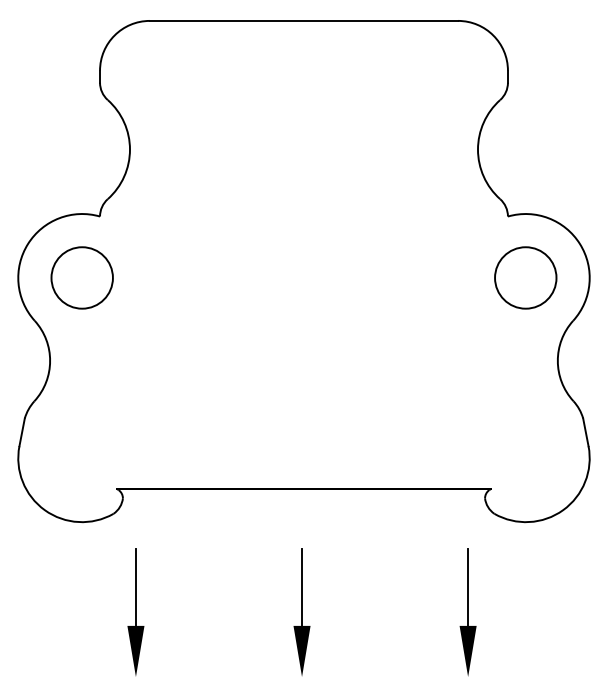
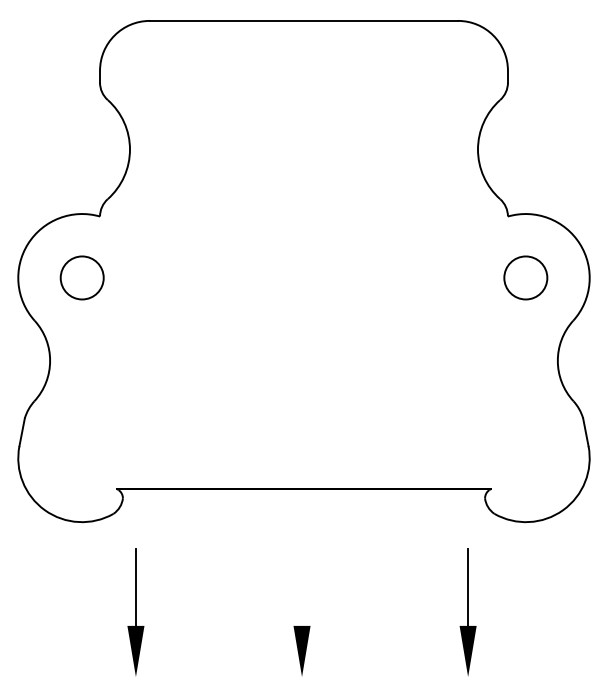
circle at (81, 277) diameter: 61 px -> 43 px
circle at (525, 277) size: 64x64 px -> 46x46 px
line at (302, 587): present -> none
